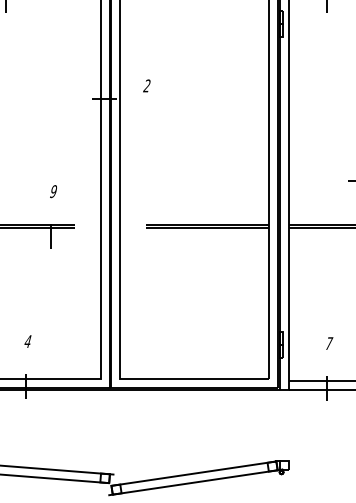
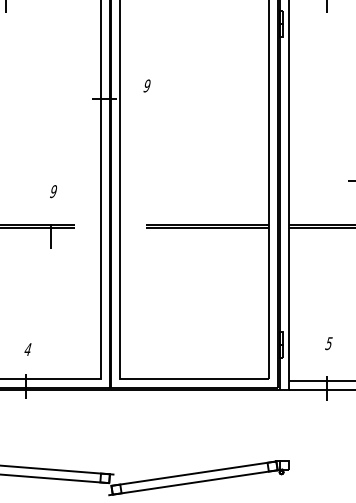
text at (146, 85): 2 -> 9
text at (27, 341) position: (27, 341) -> (27, 349)
text at (329, 343): 7 -> 5
